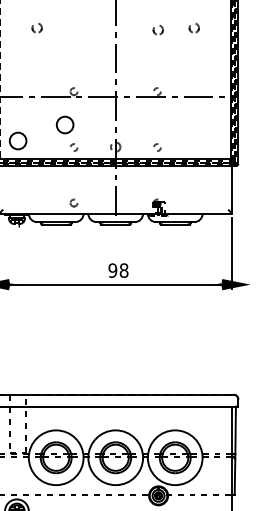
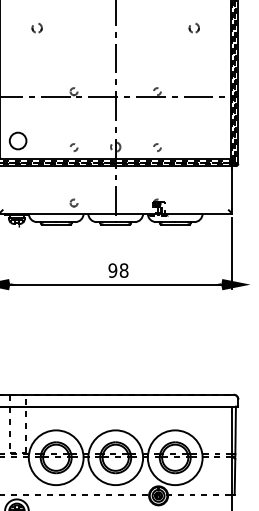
part at (157, 29): present -> none
line at (0, 79): dashed -> solid
circle at (64, 124): present -> none
